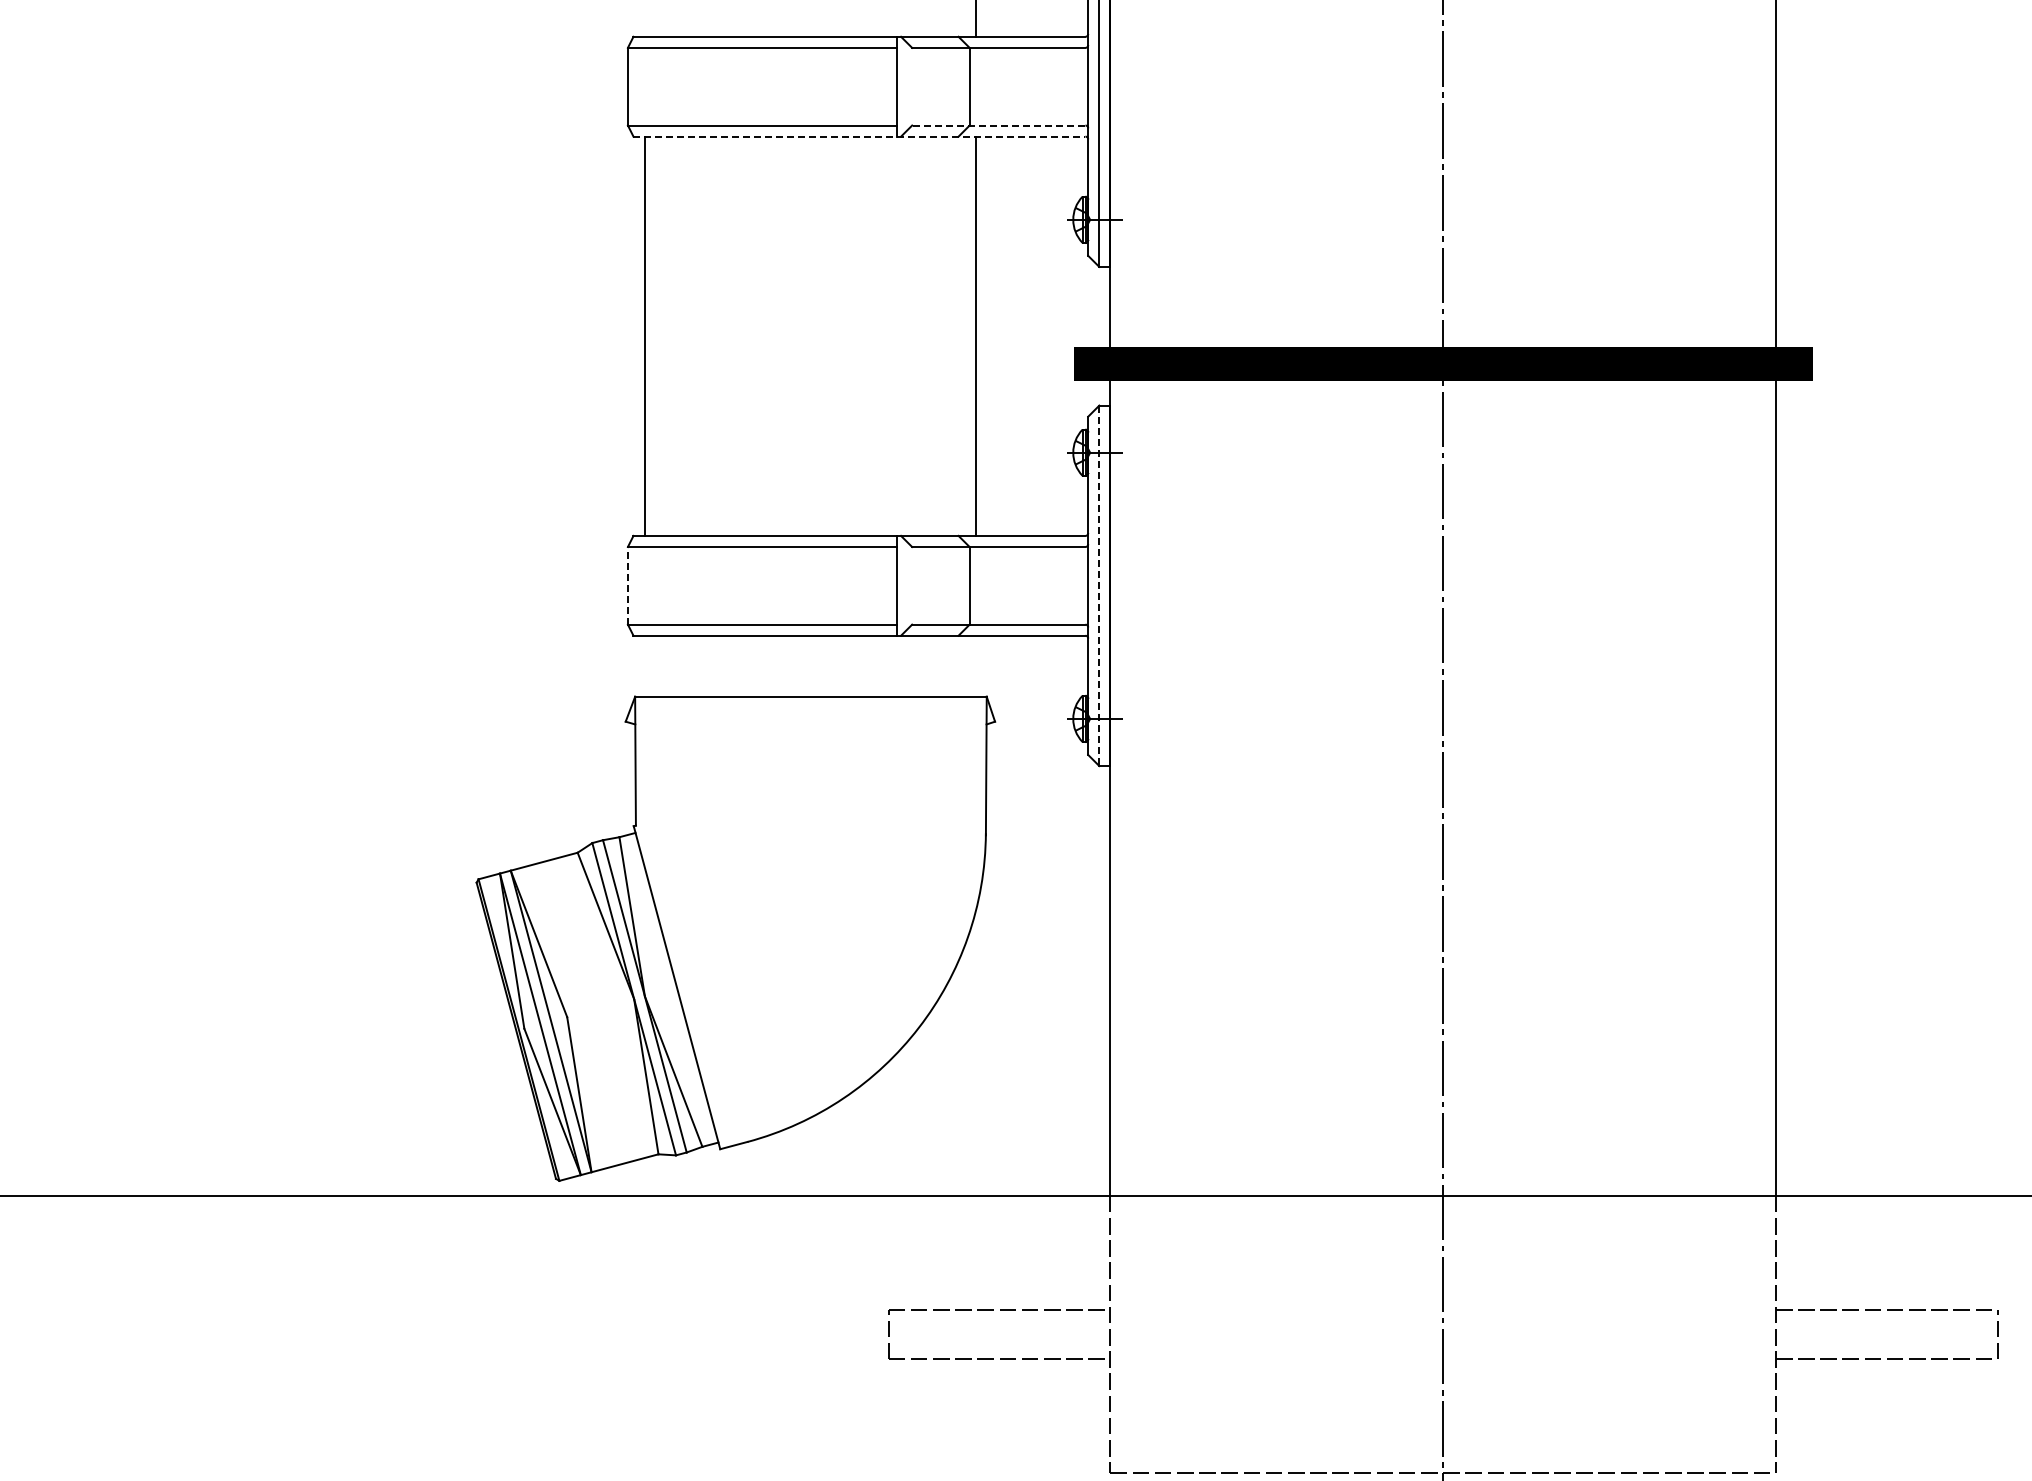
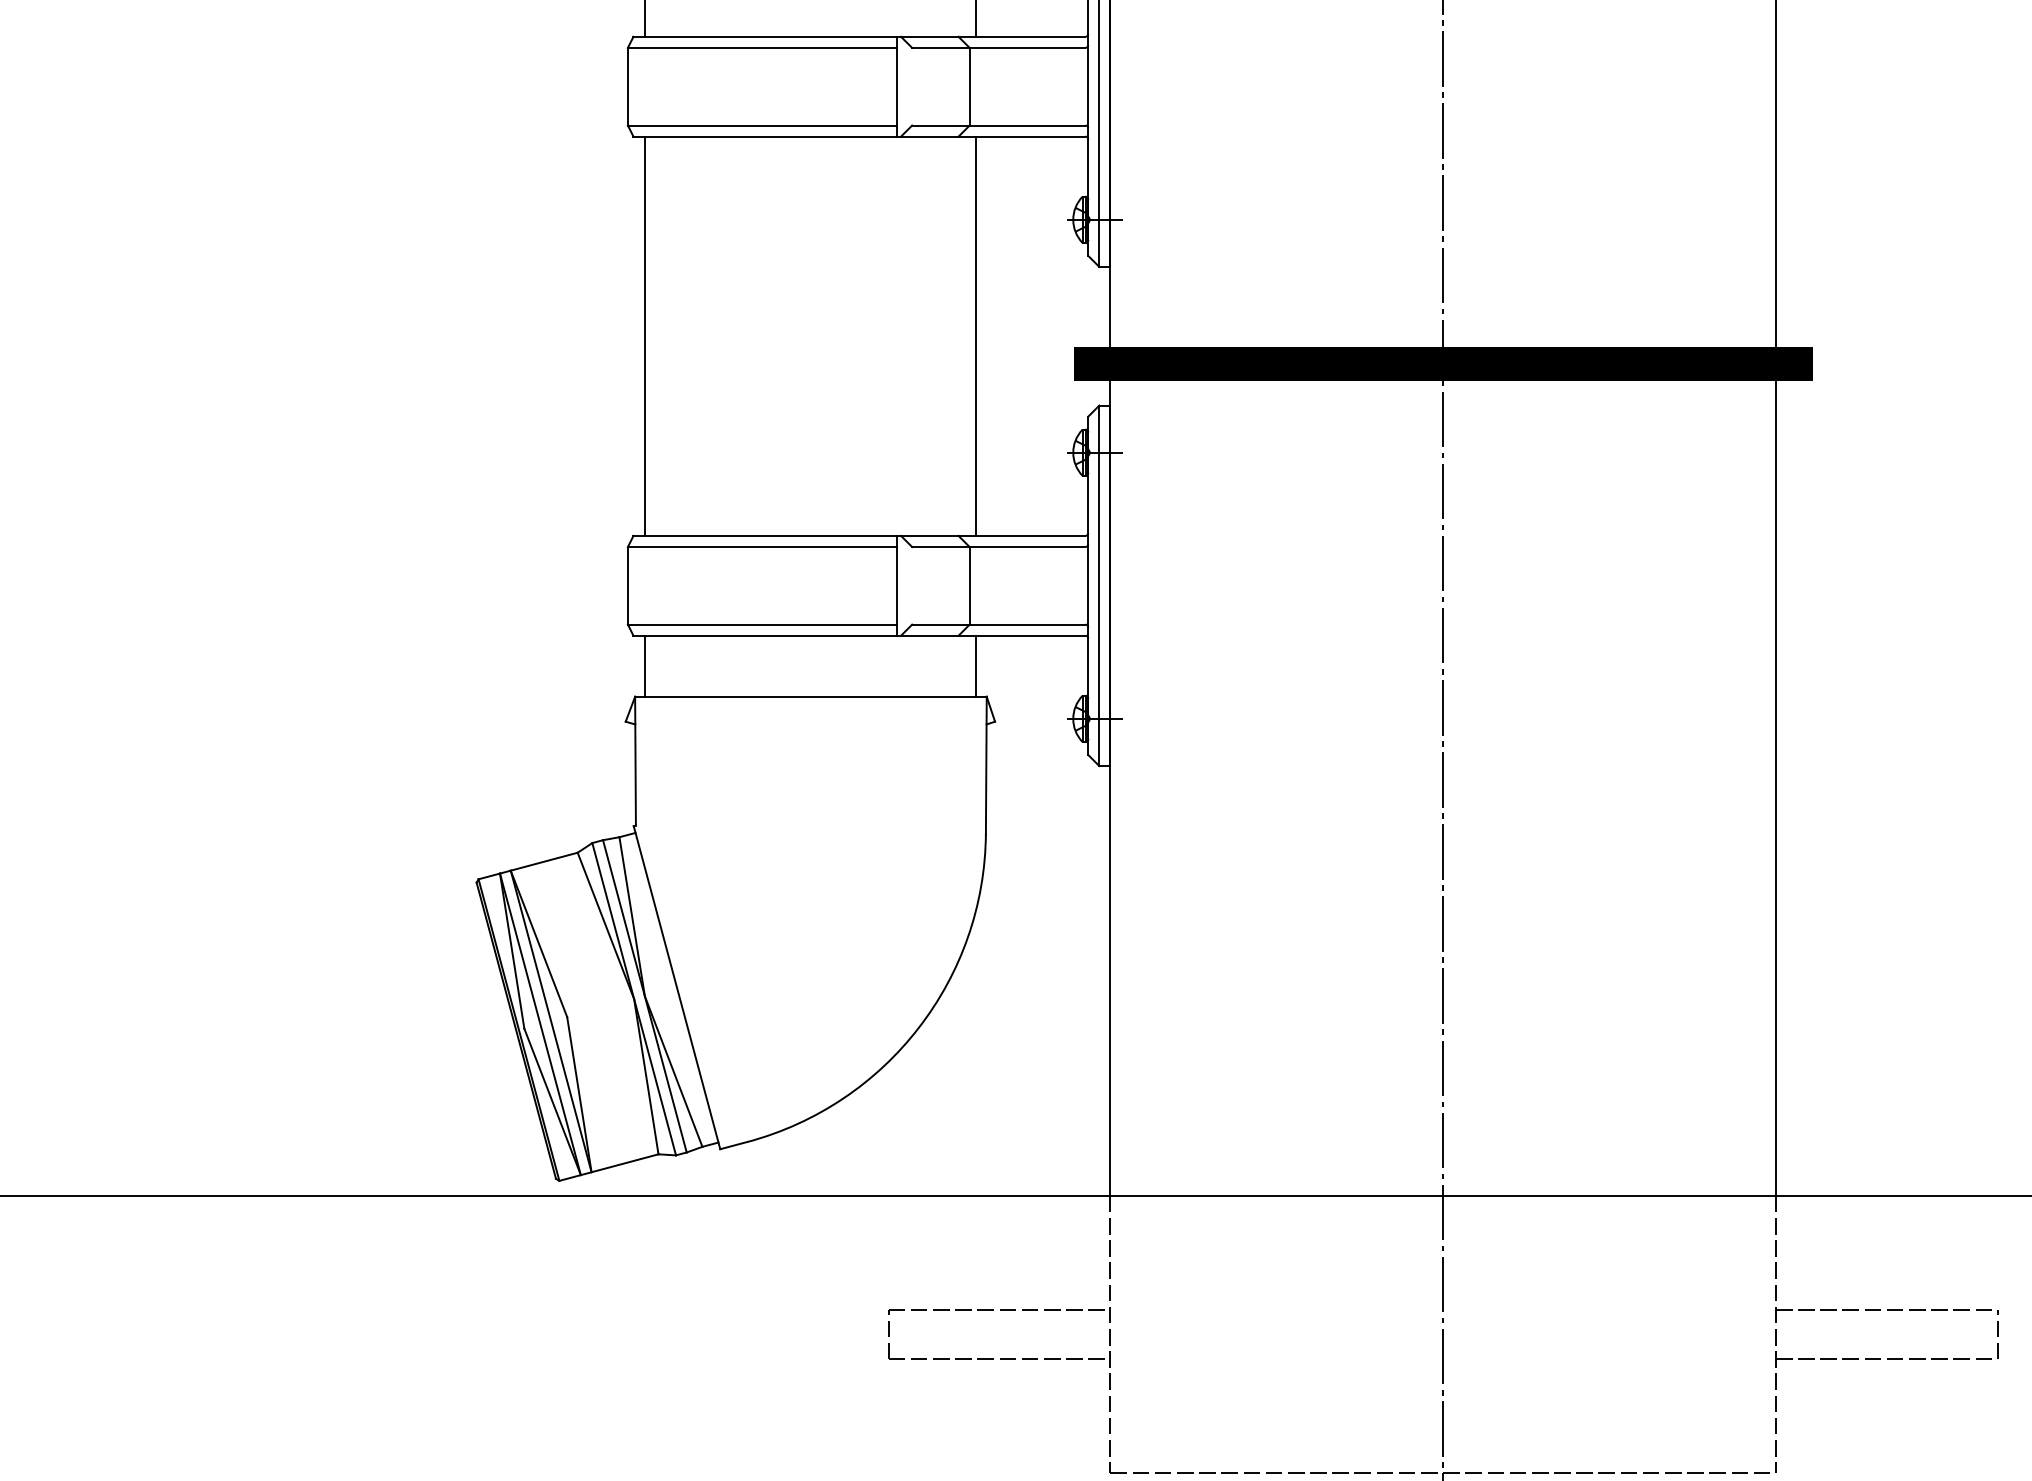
line at (645, 19): none -> present
line at (998, 125): dashed -> solid
line at (859, 136): dashed -> solid
line at (627, 585): dashed -> solid
line at (1099, 586): dashed -> solid
line at (645, 665): none -> present
line at (976, 665): none -> present
